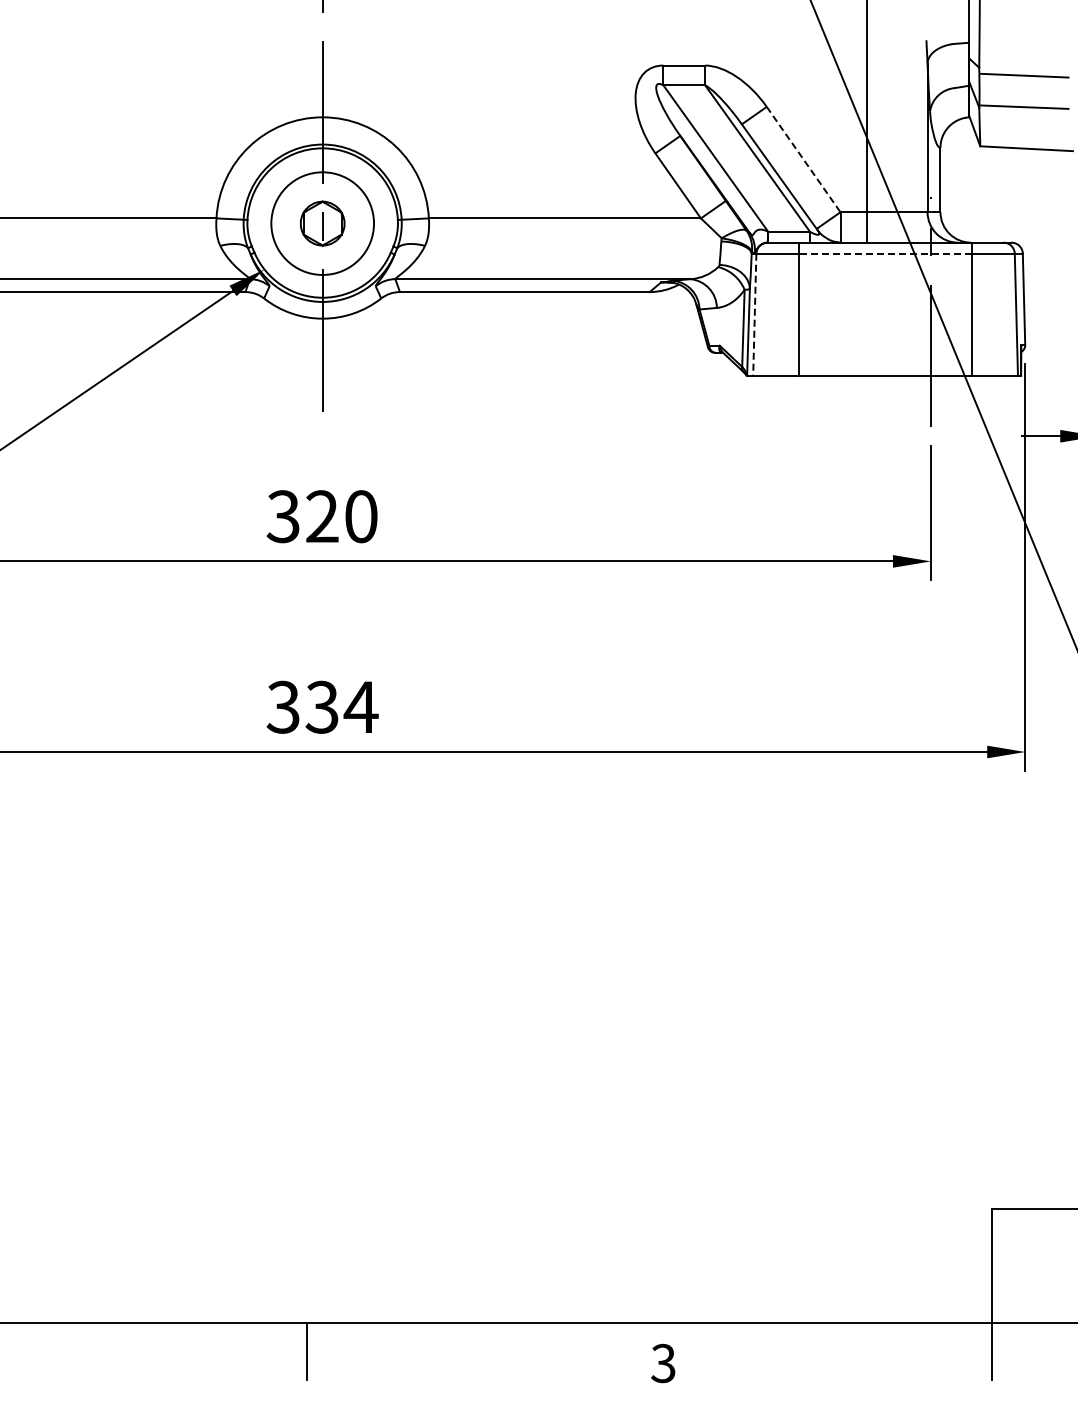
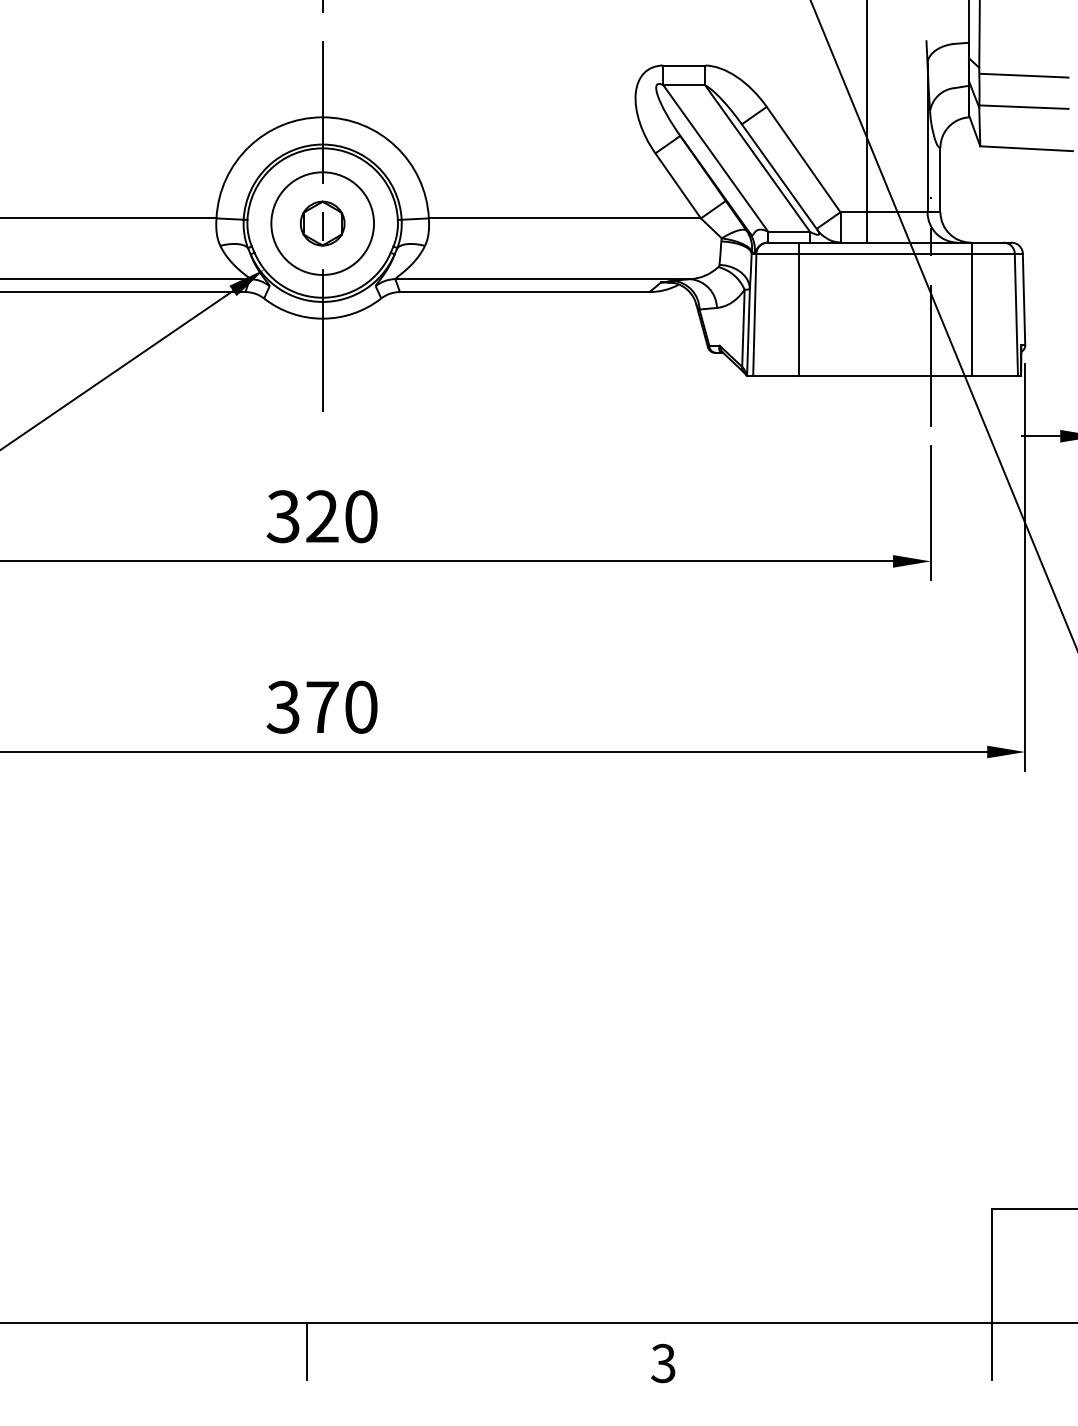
line at (803, 159): dashed -> solid
line at (885, 253): dashed -> solid
line at (754, 314): dashed -> solid
text at (341, 706): 334 -> 370
